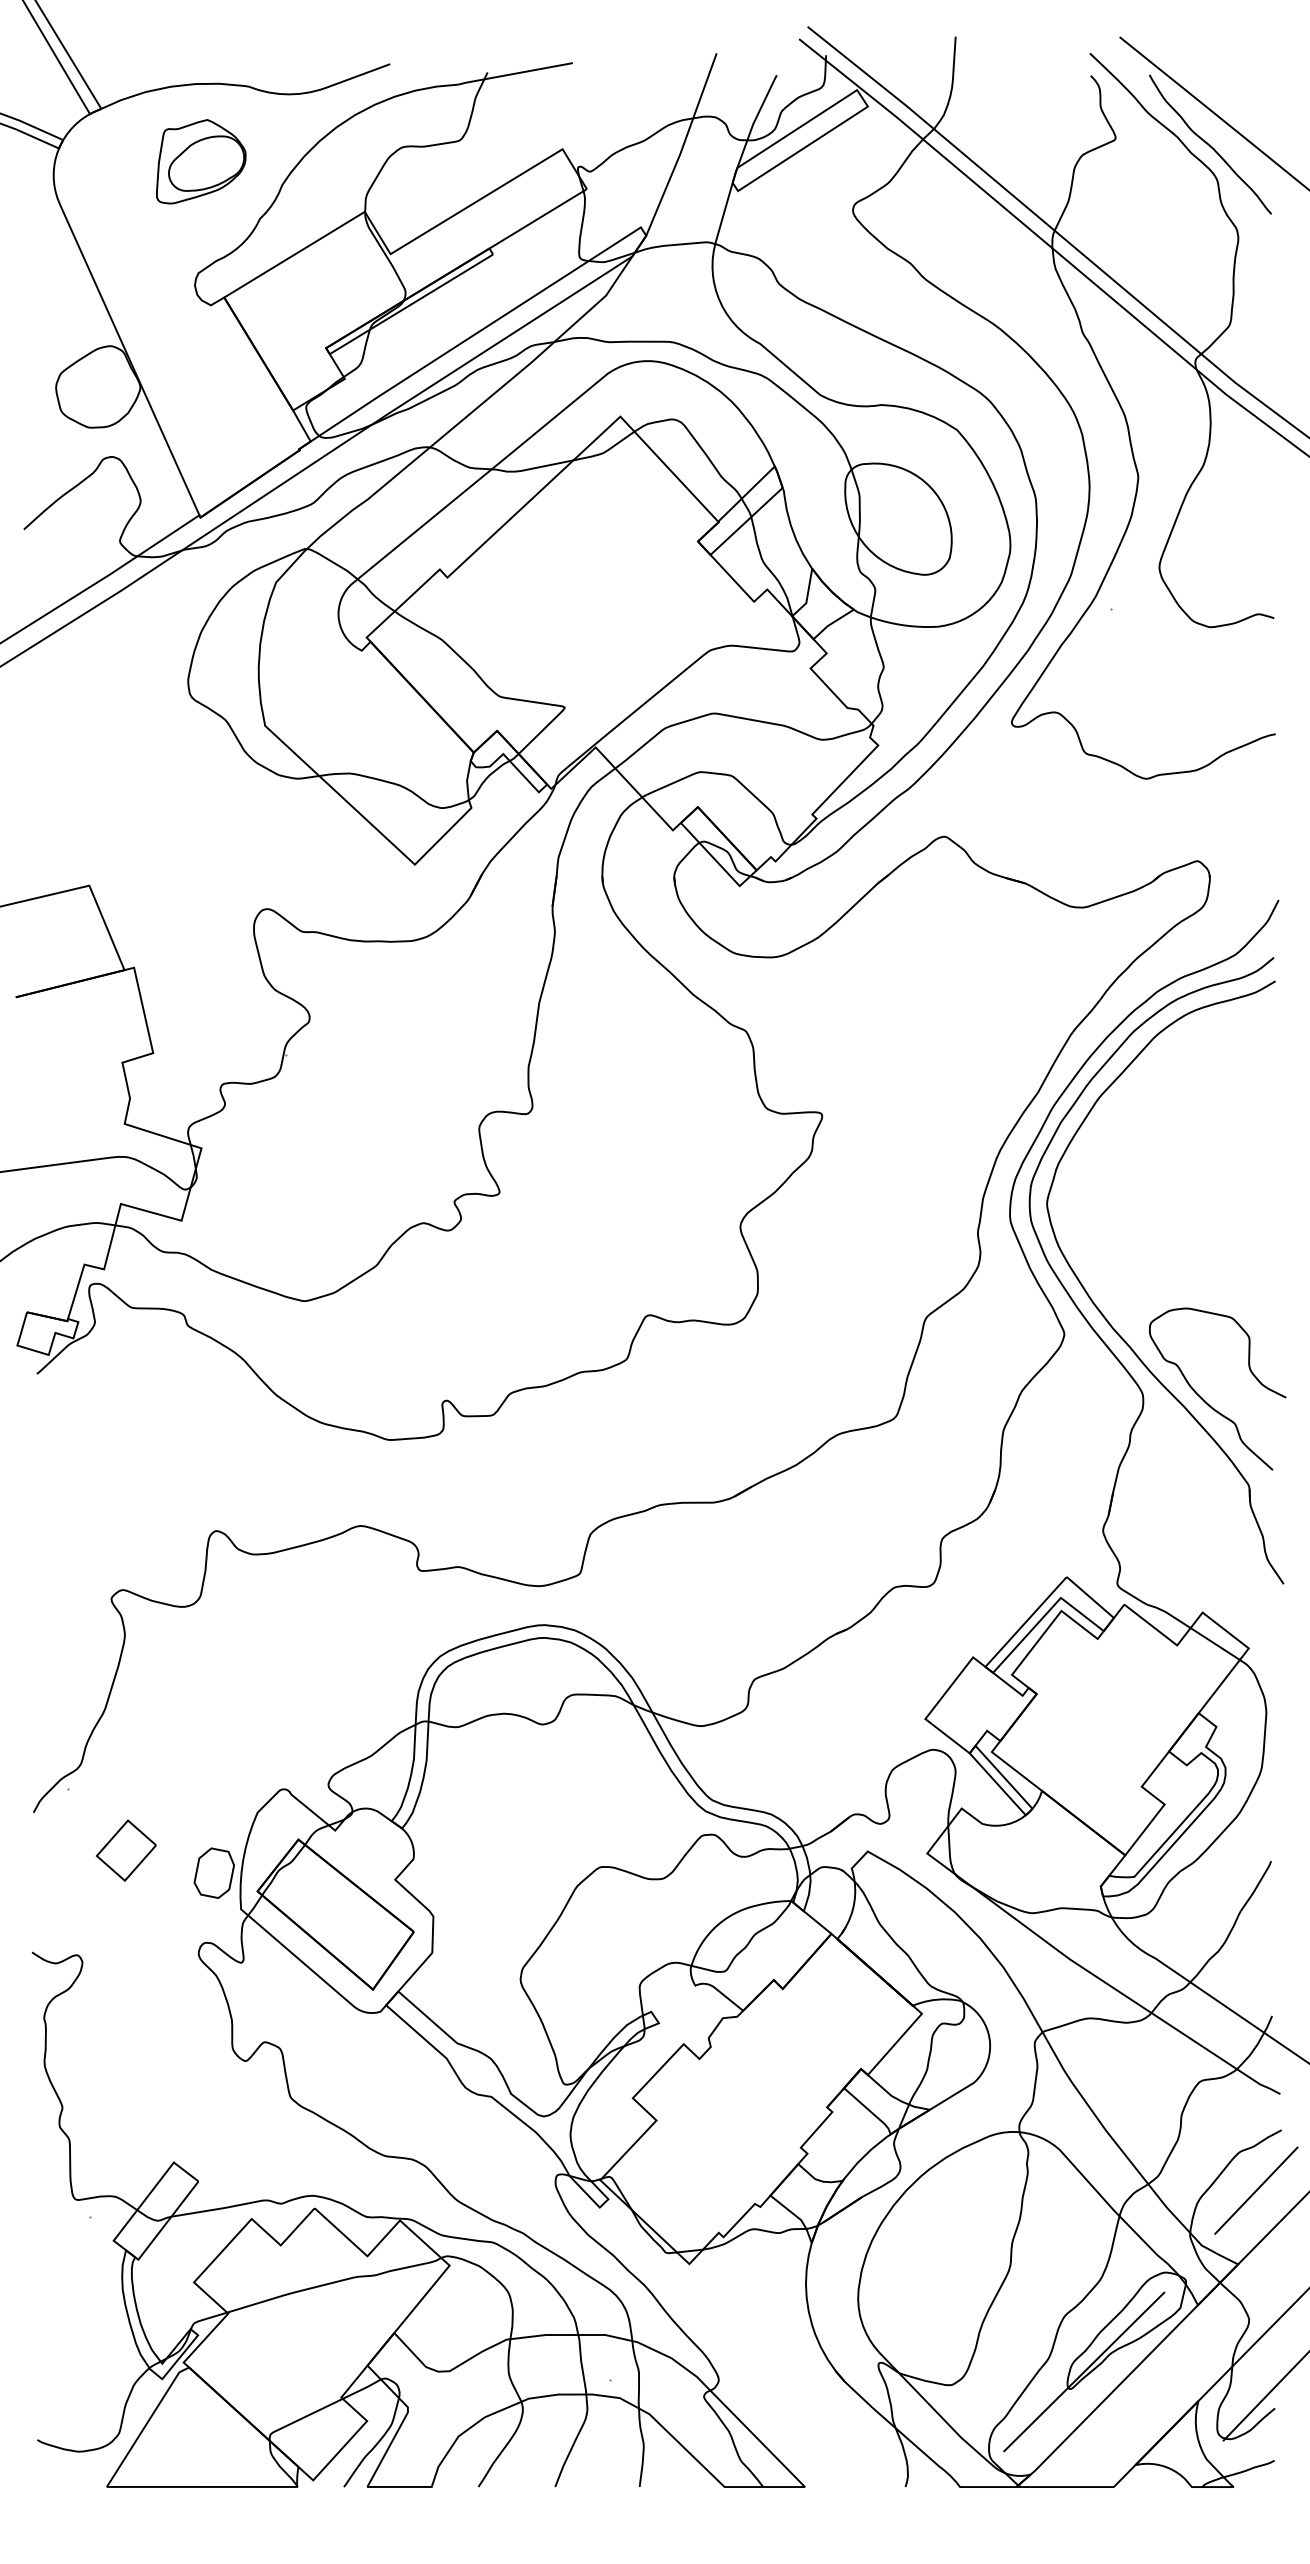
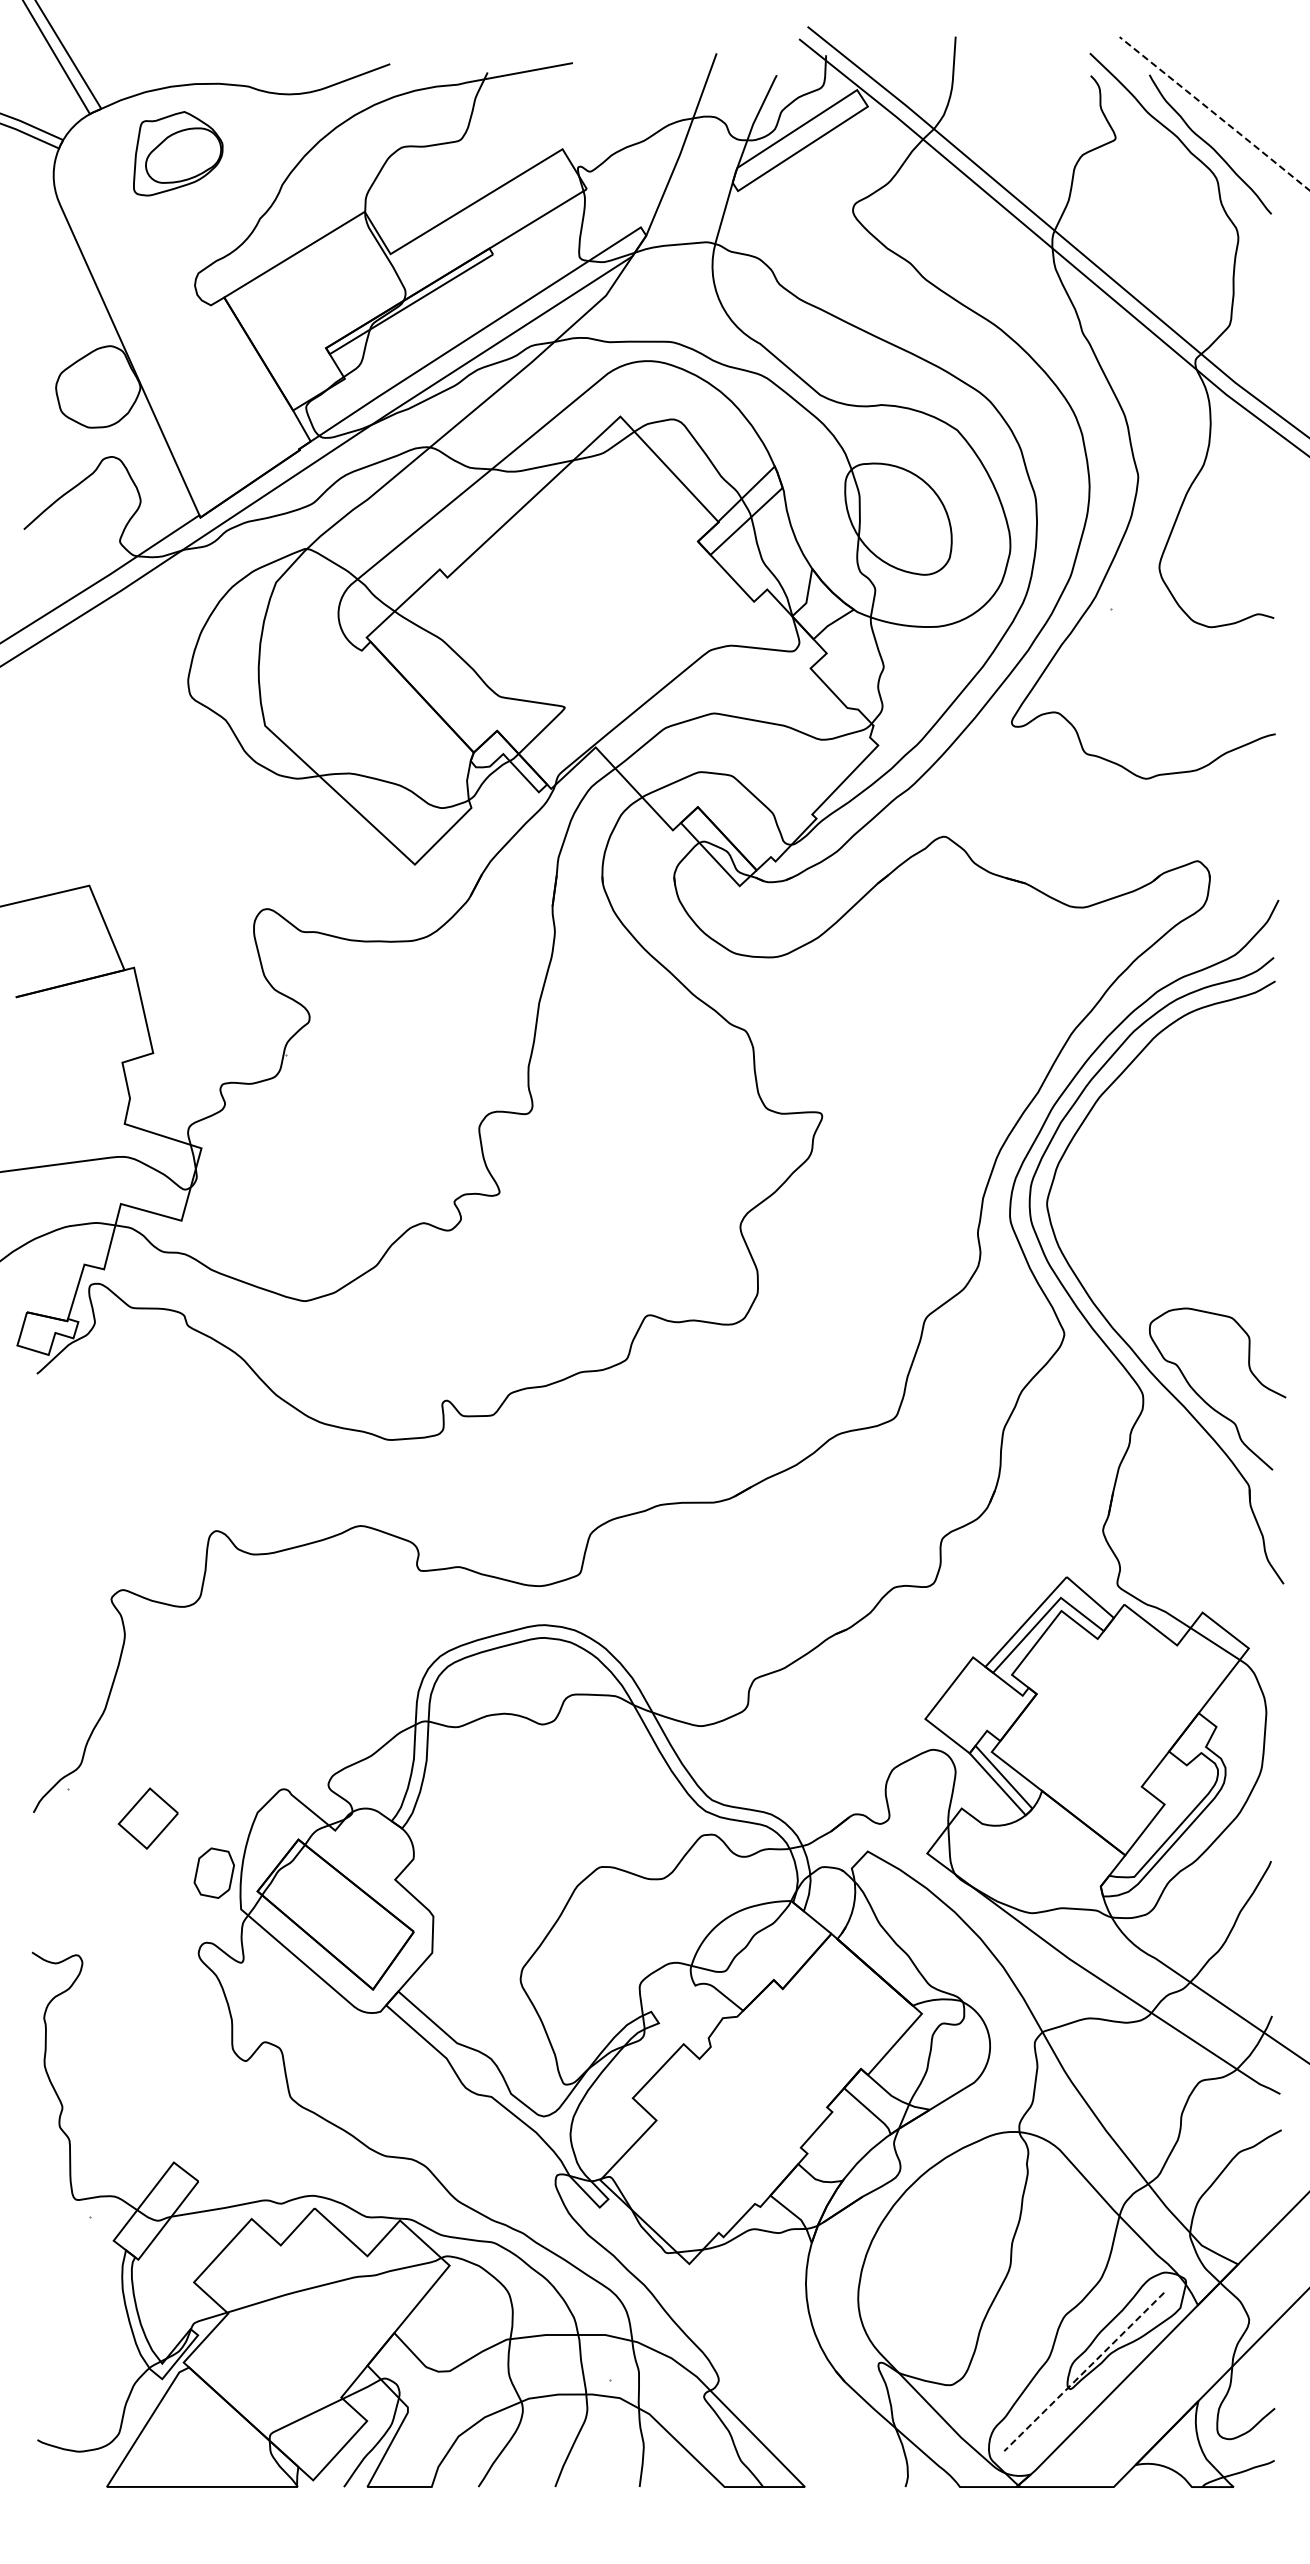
line at (1214, 113): solid -> dashed
part at (201, 161) position: (201, 161) -> (178, 153)
part at (125, 1850) position: (125, 1850) -> (147, 1818)
line at (1256, 2190): present -> none
line at (1084, 2371): solid -> dashed
line at (1264, 2397): present -> none
